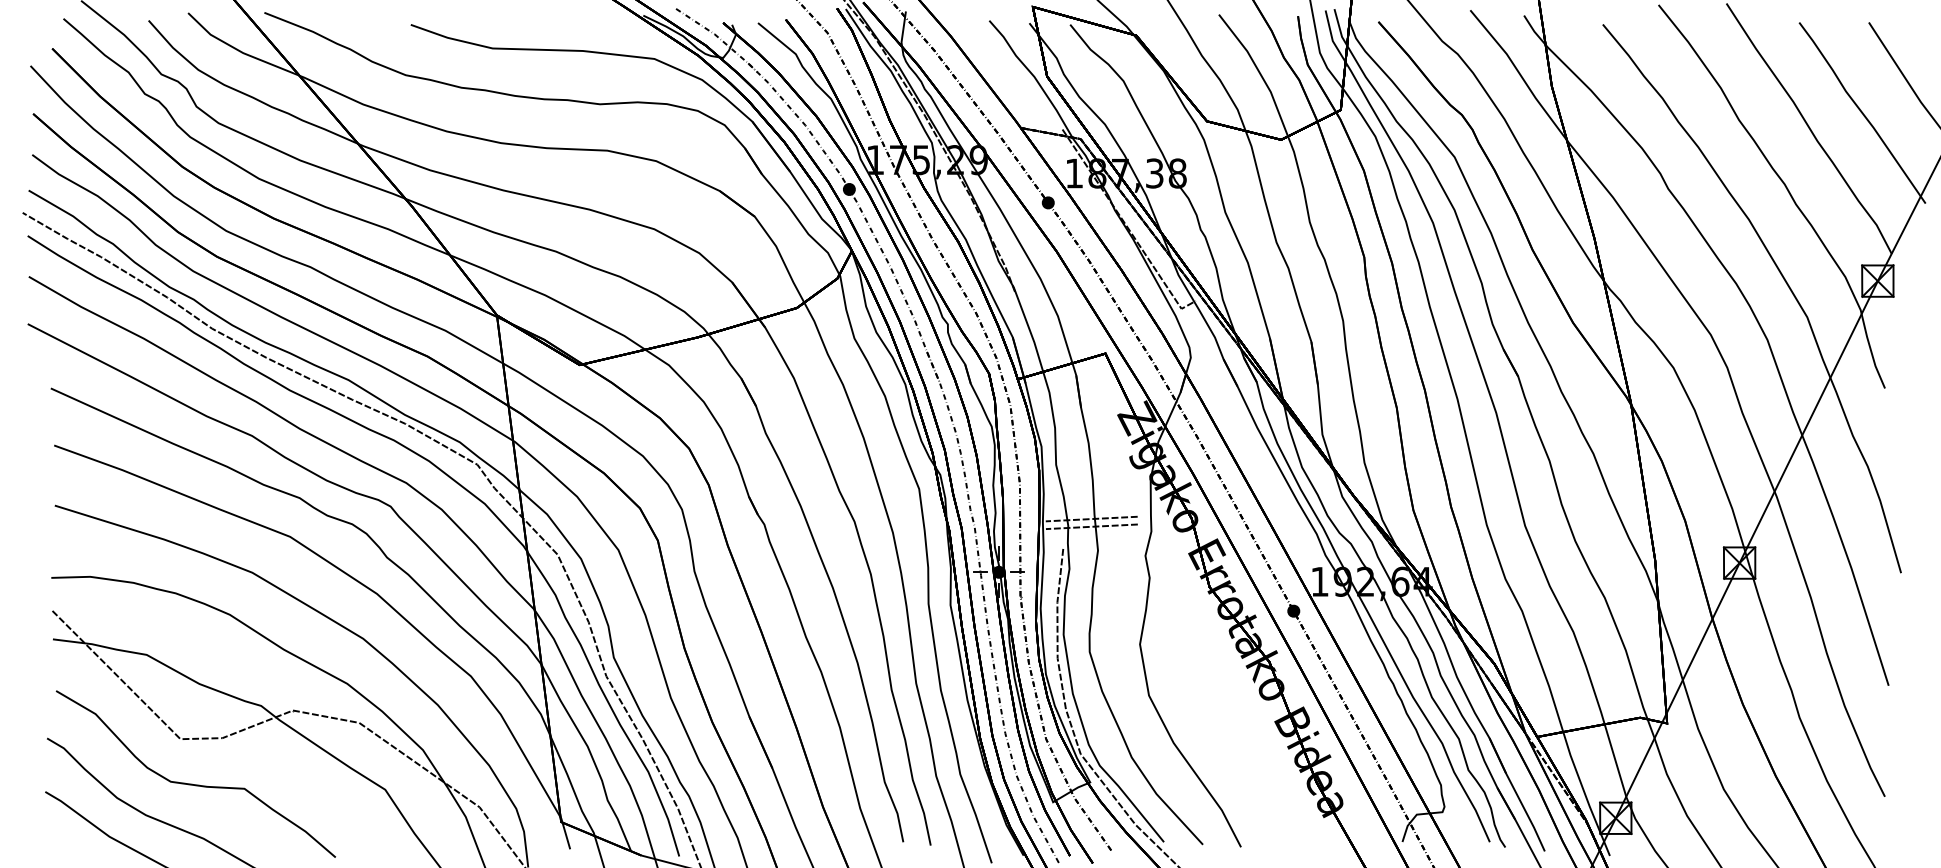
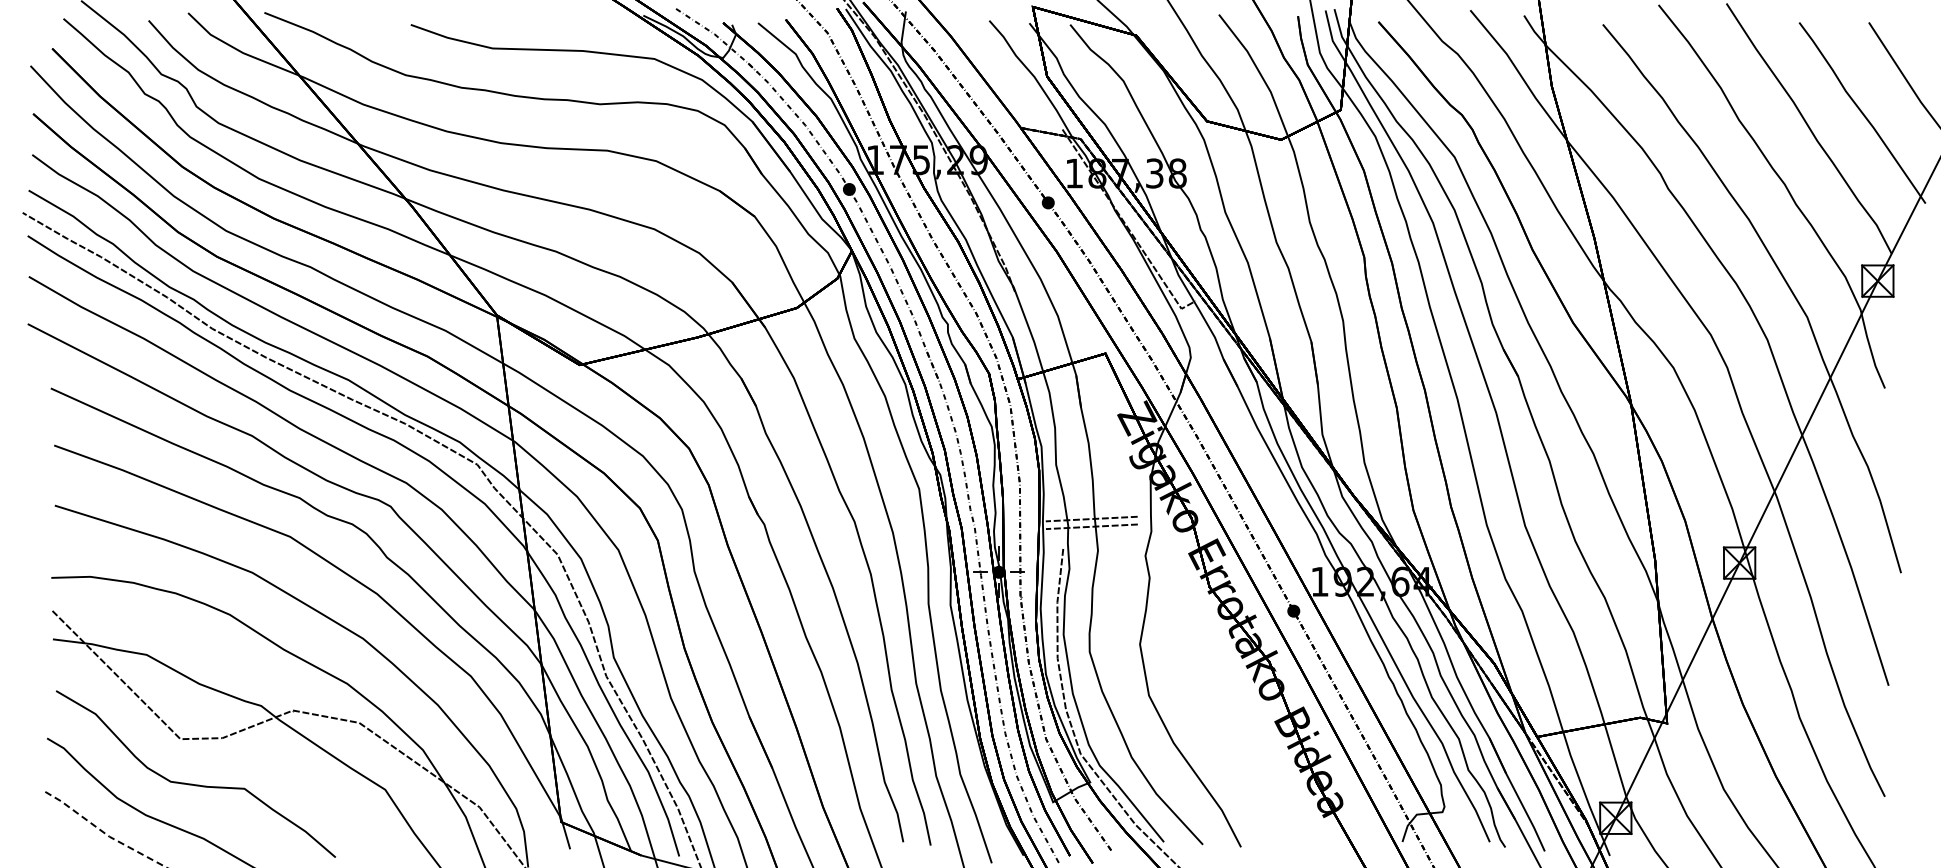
line at (103, 832): solid -> dashed
